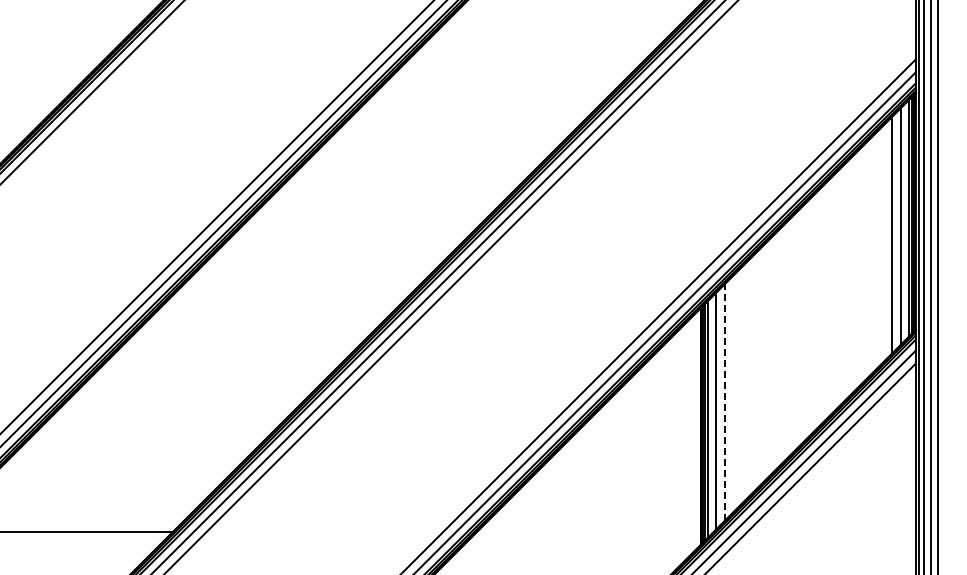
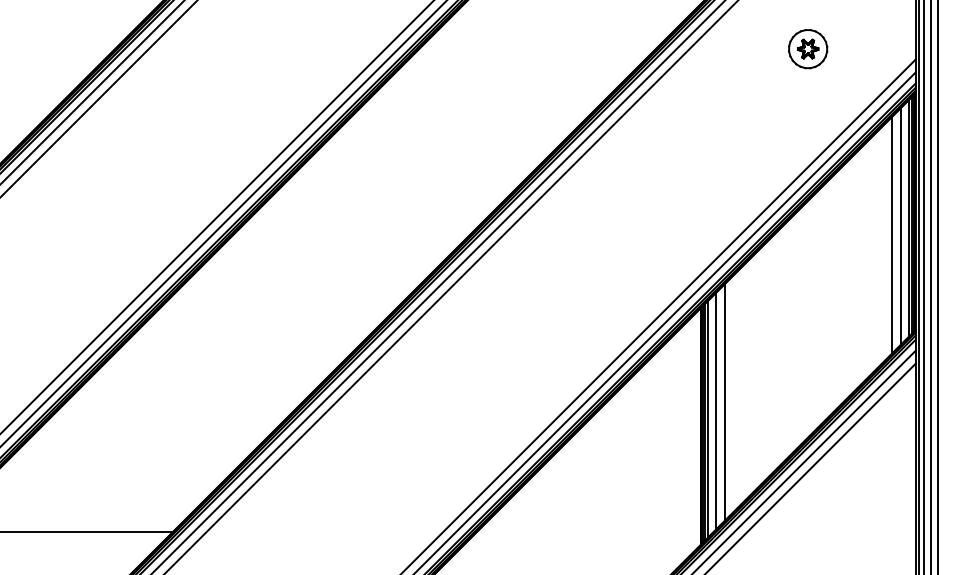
part at (808, 49): none -> present
line at (98, 98): none -> present
line at (724, 402): dashed -> solid
